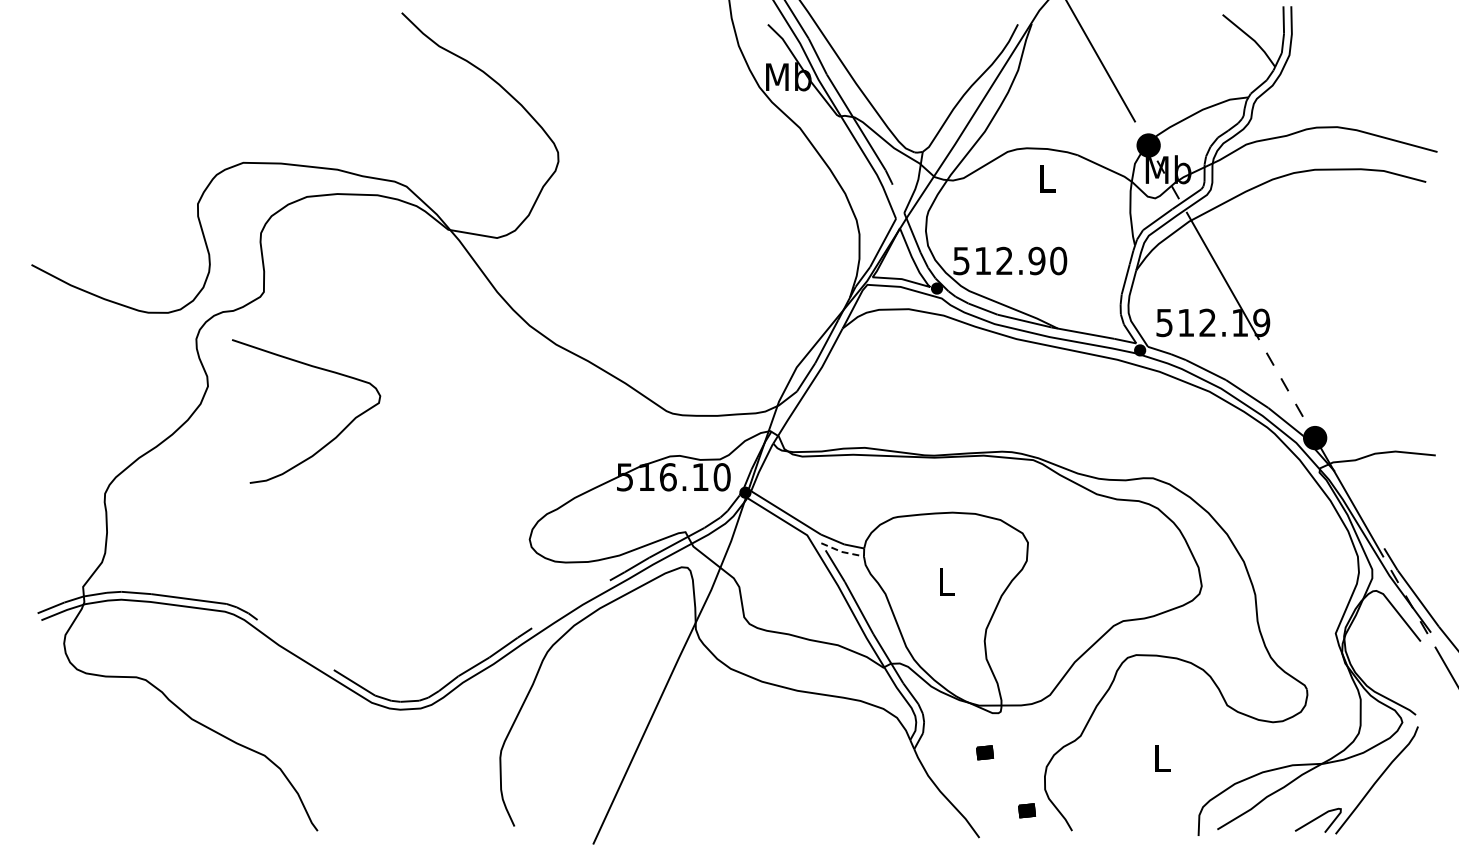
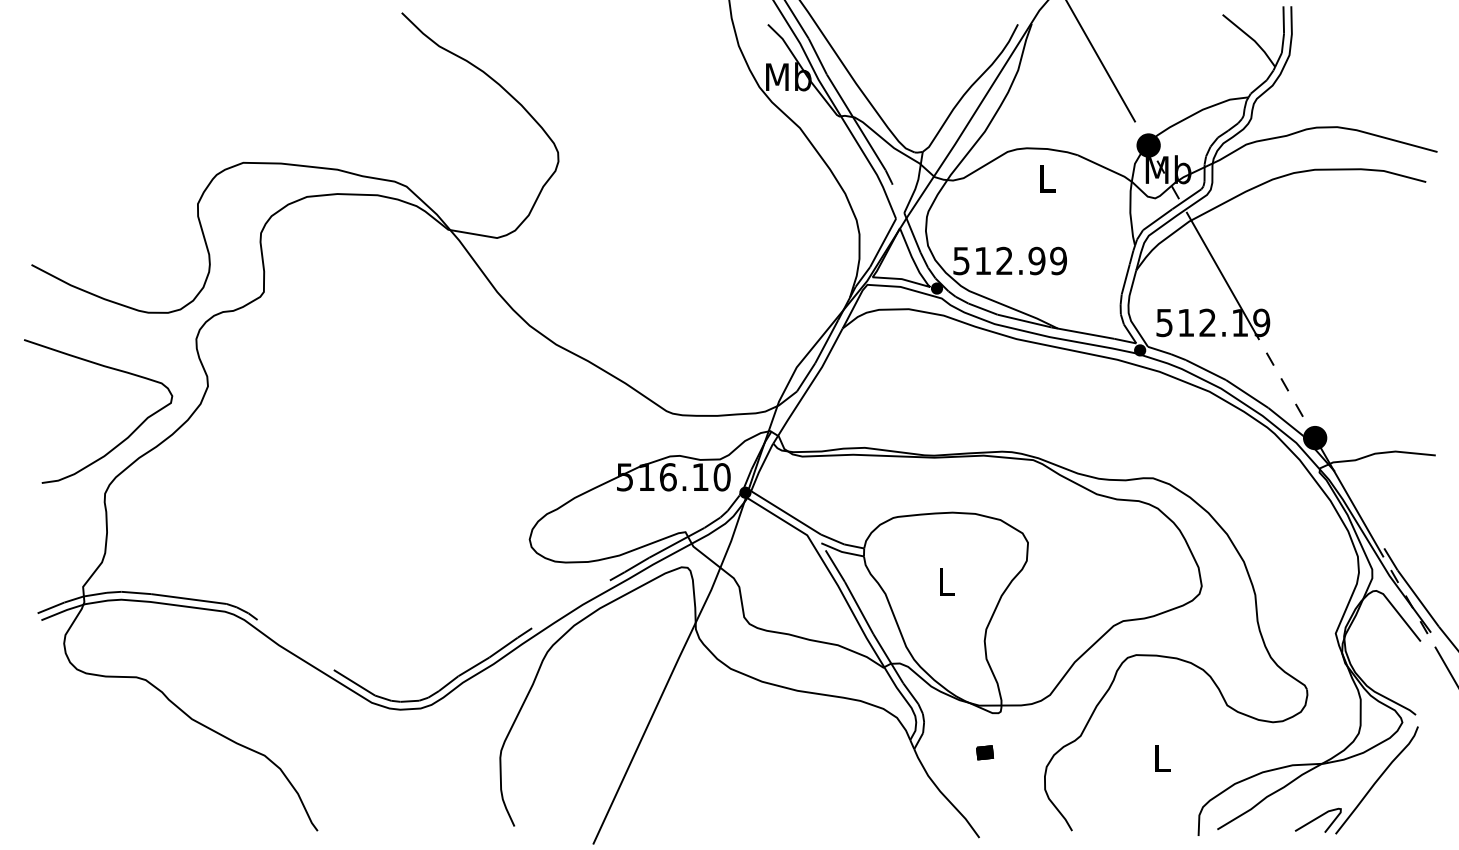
text at (1058, 261): 512.90 -> 512.99
curve at (330, 440) position: (330, 440) -> (122, 440)
line at (841, 551): dashed -> solid
part at (1026, 810): present -> none
